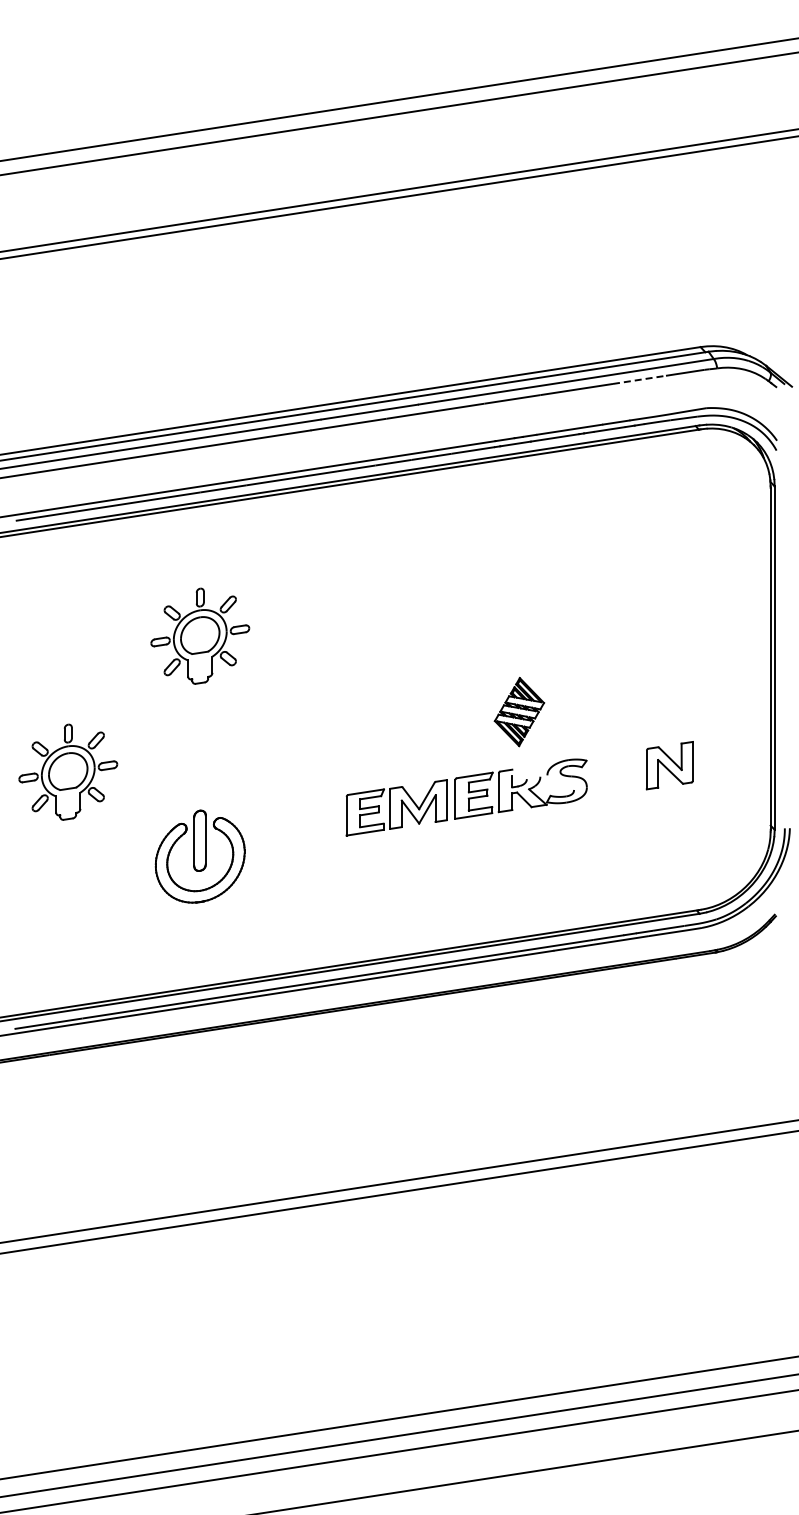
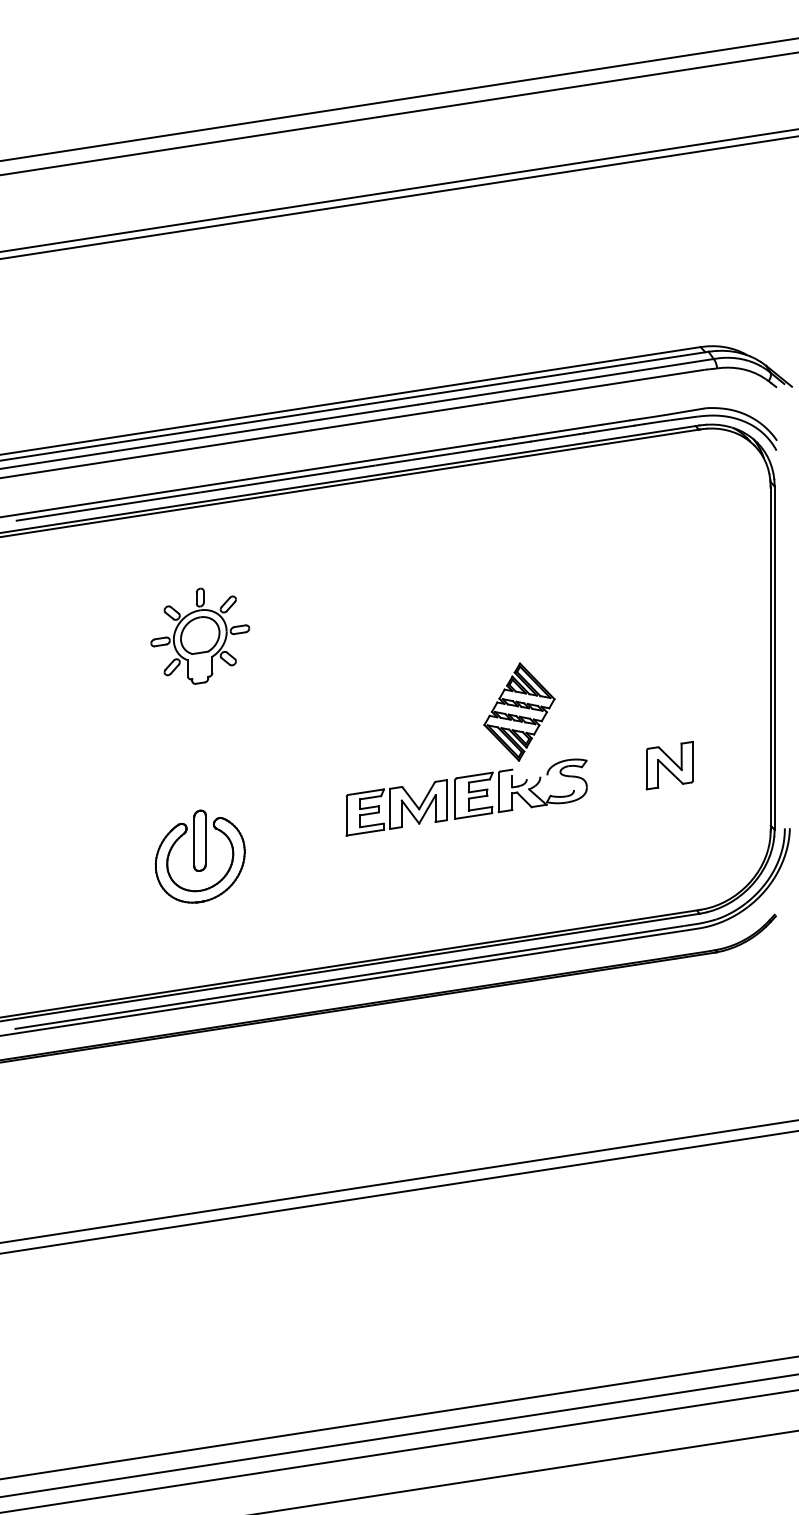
line at (640, 379): dashed -> solid
part at (519, 712) size: 53x71 px -> 73x100 px
part at (68, 771): present -> none
